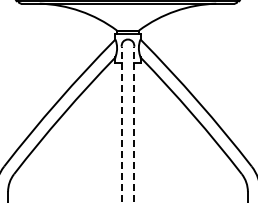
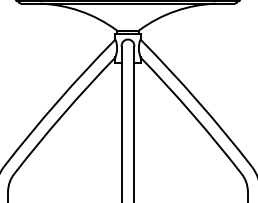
line at (121, 124): dashed -> solid
line at (134, 124): dashed -> solid
